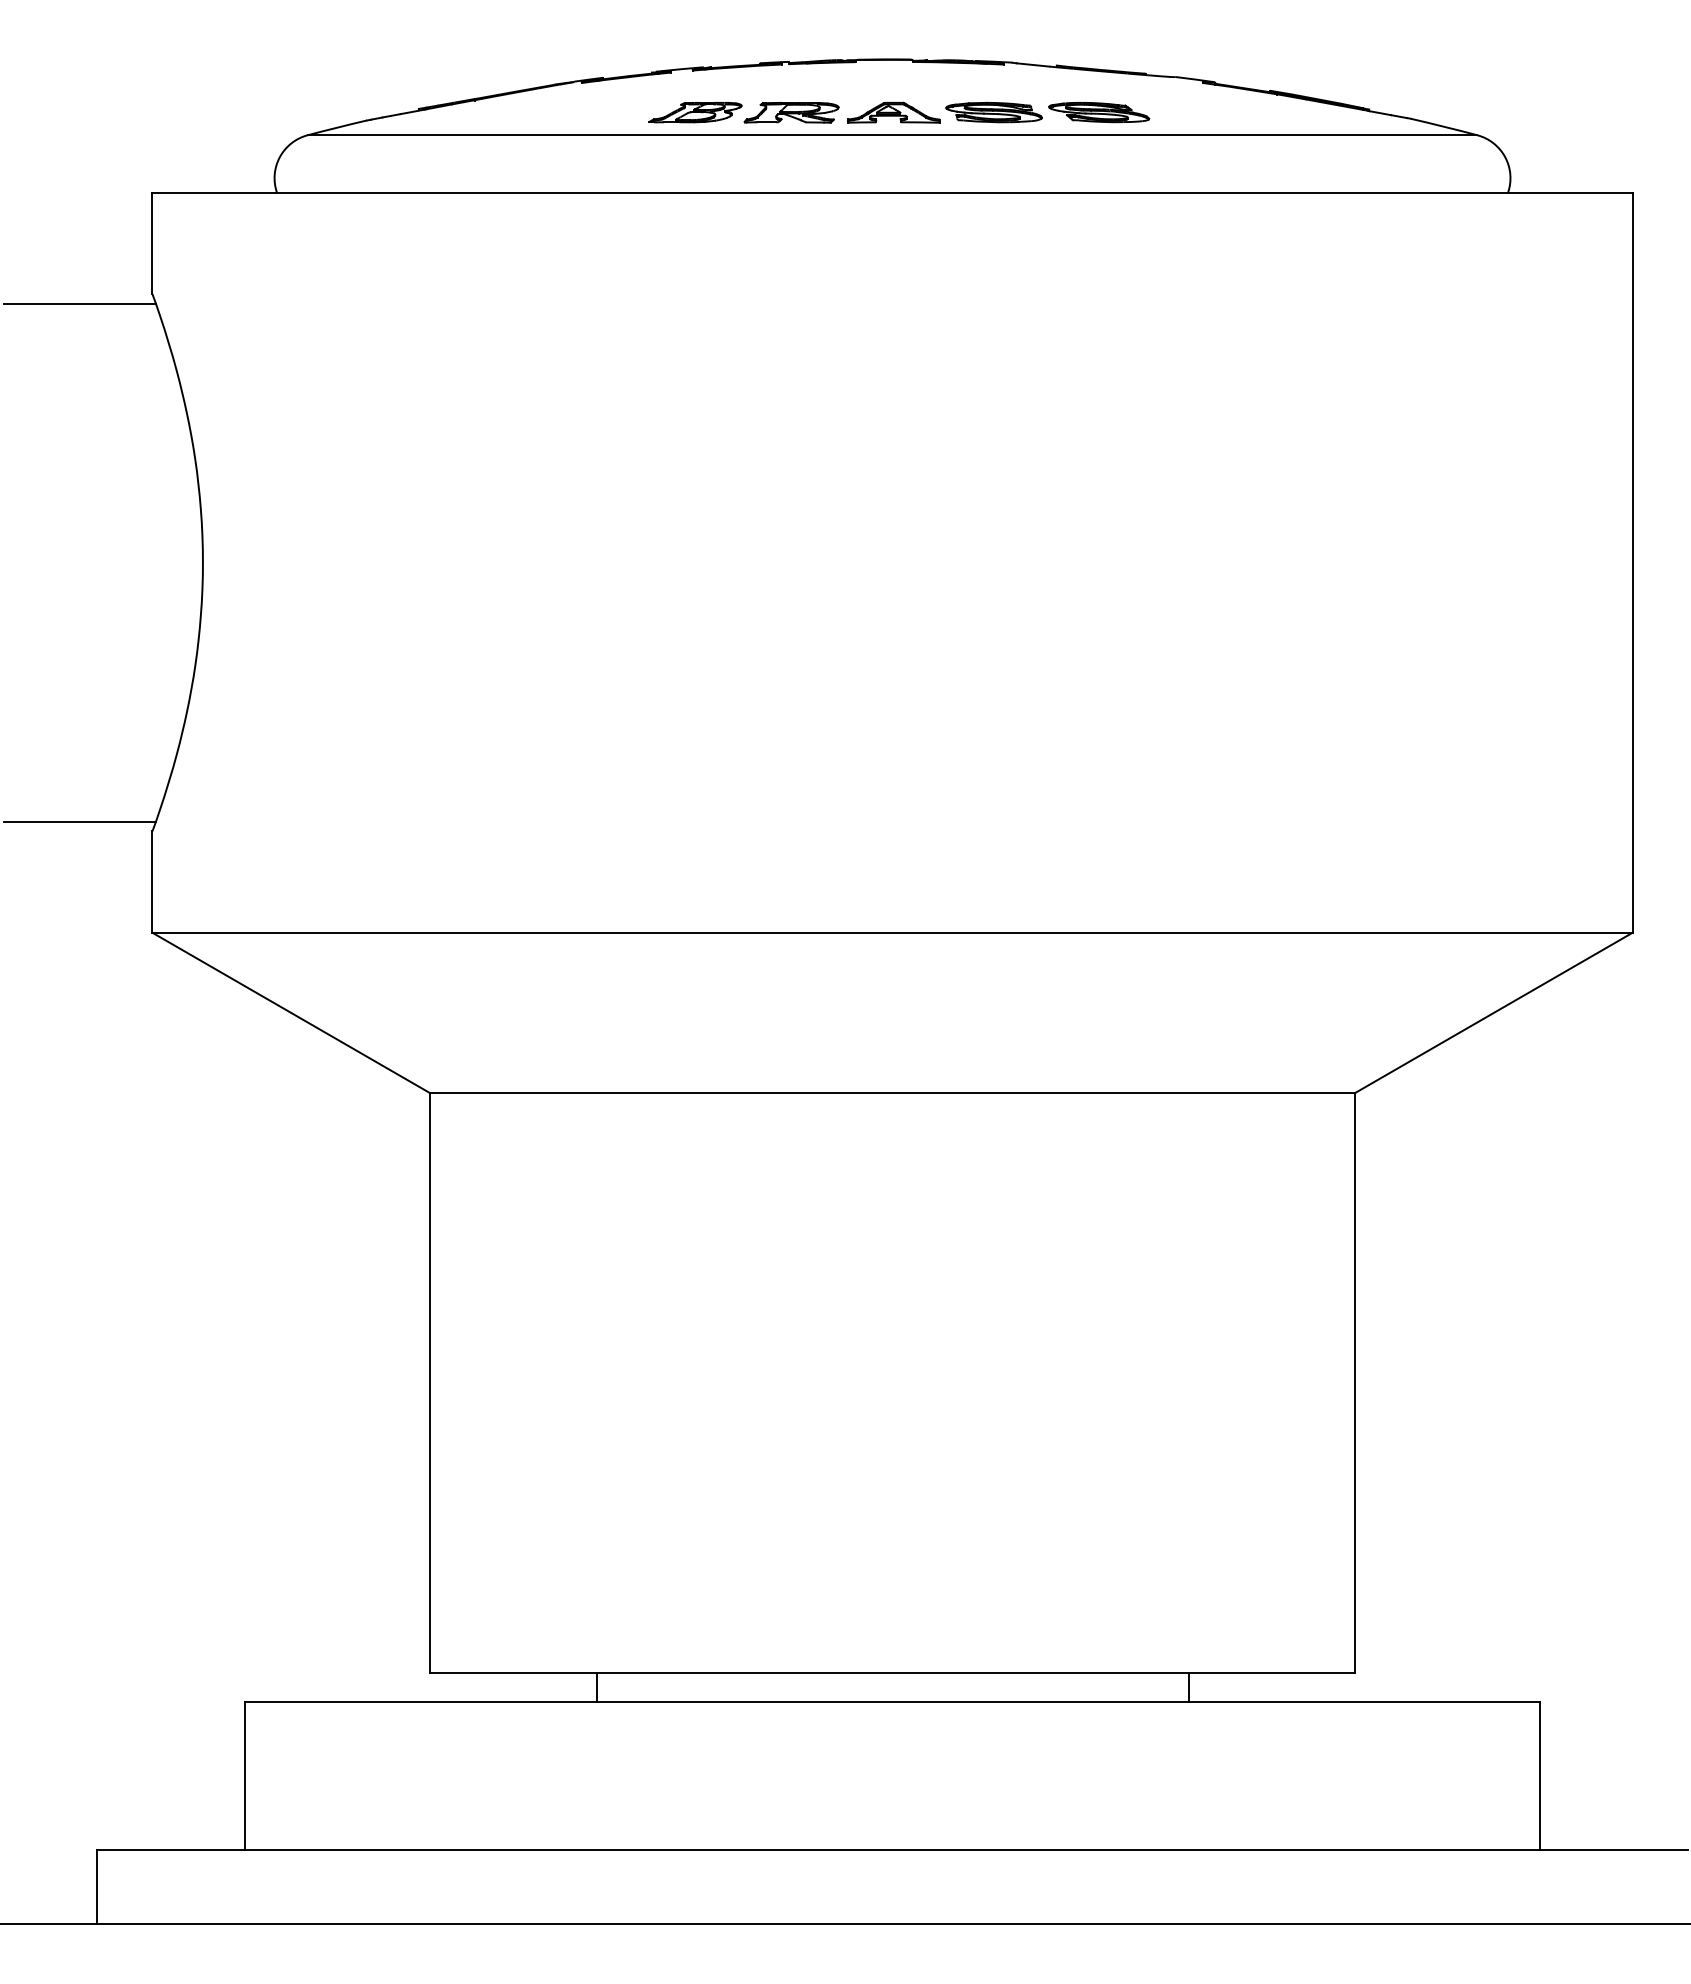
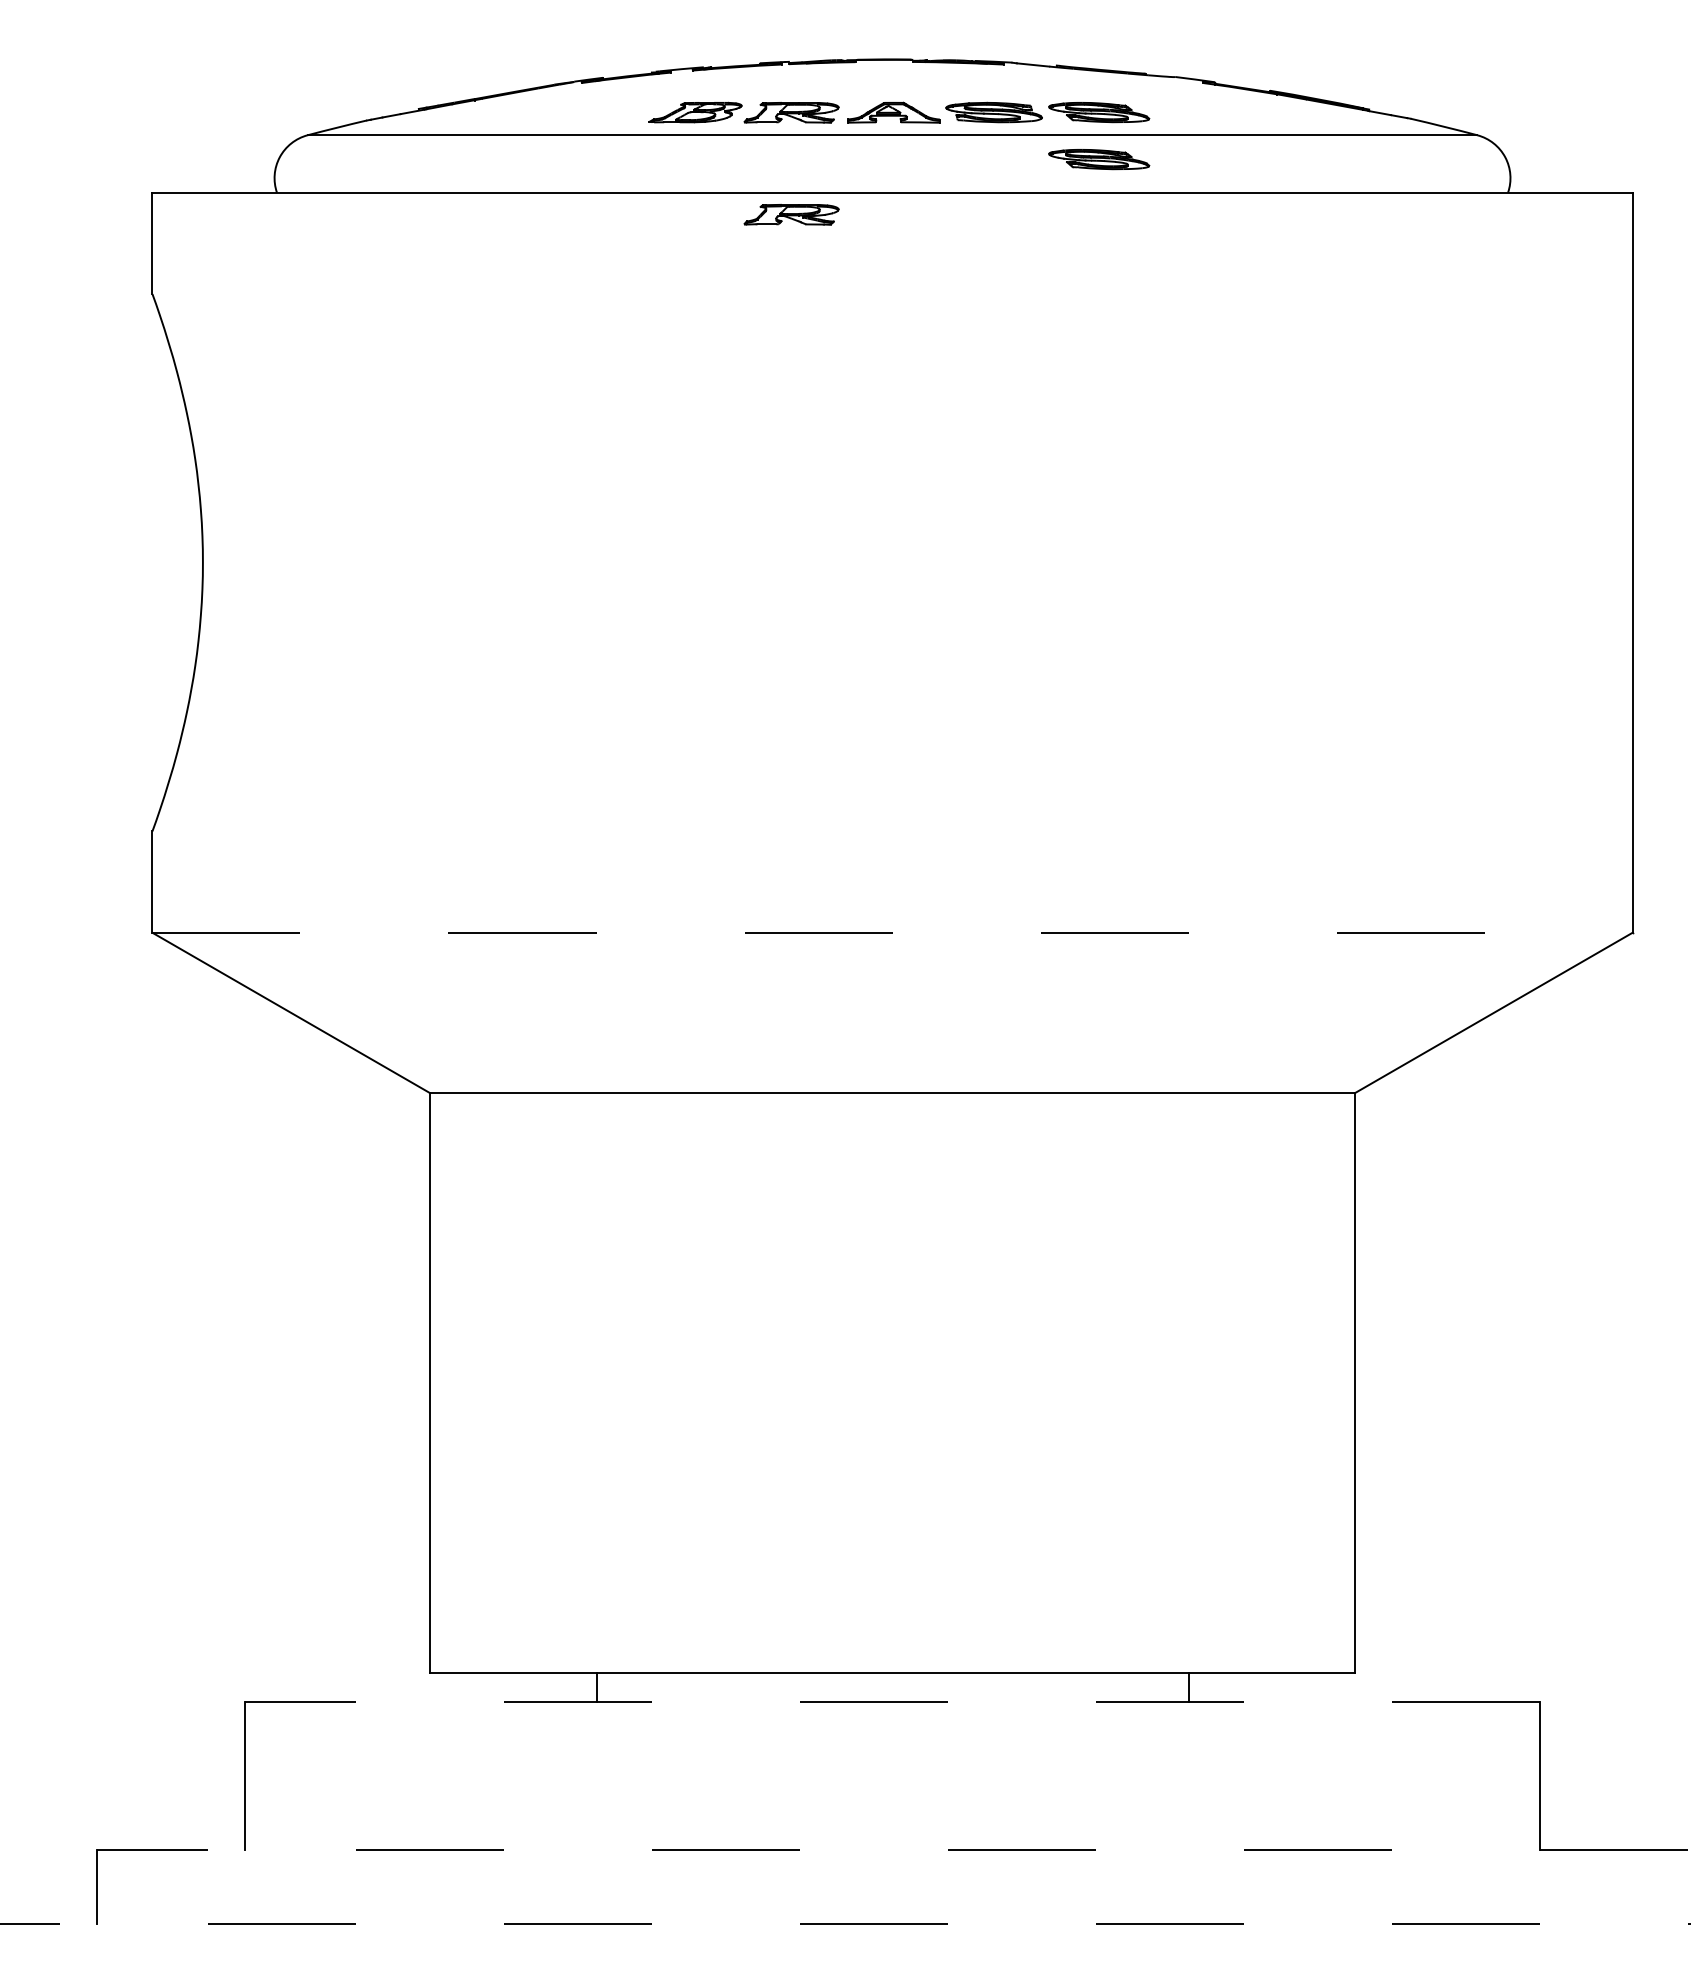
part at (1099, 159): none -> present
part at (791, 214): none -> present
line at (79, 303): present -> none
line at (79, 821): present -> none
line at (893, 932): solid -> dashed
line at (892, 1702): solid -> dashed
line at (892, 1850): solid -> dashed
line at (845, 1924): solid -> dashed
